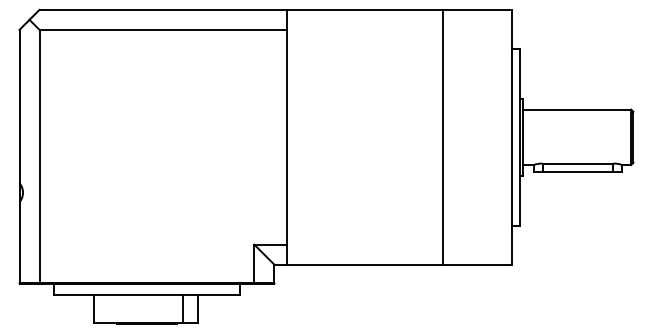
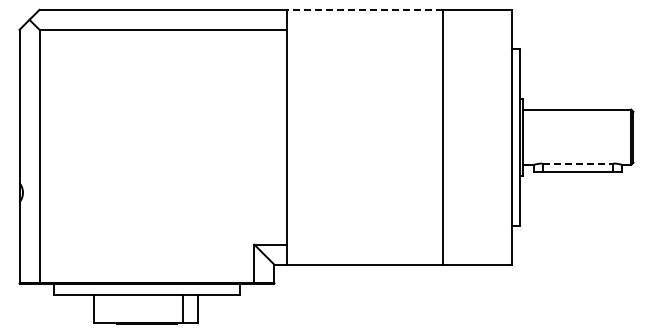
line at (364, 9): solid -> dashed
line at (578, 163): solid -> dashed
